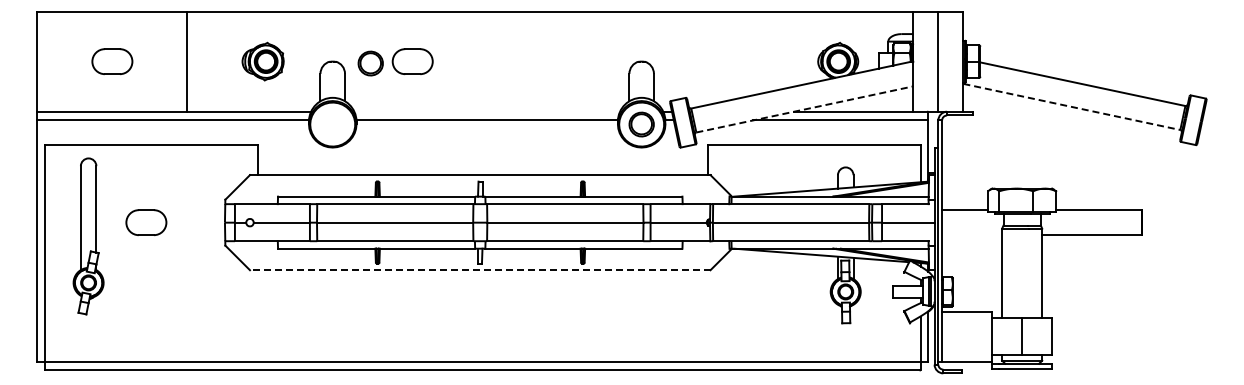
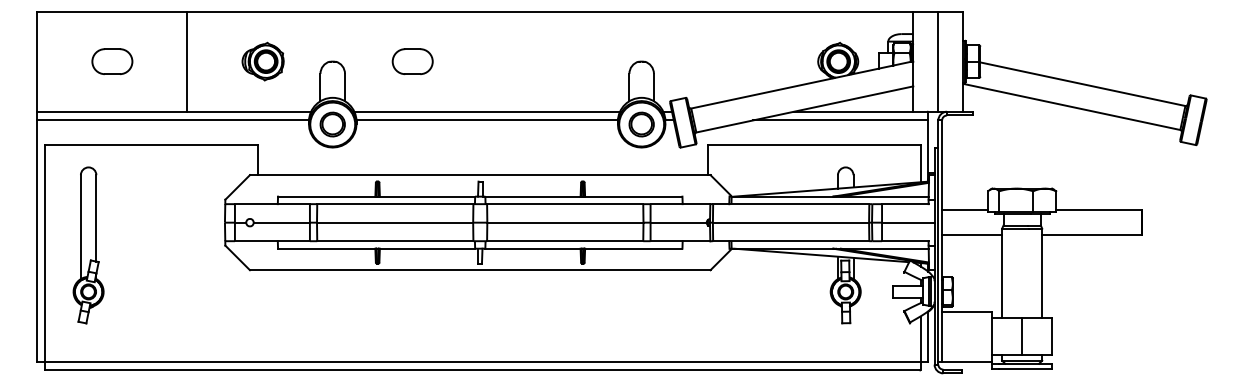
part at (370, 63) position: (370, 63) -> (332, 124)
line at (1071, 106): dashed -> solid
line at (804, 109): dashed -> solid
line at (486, 111): none -> present
part at (146, 222): present -> none
line at (972, 235): none -> present
part at (88, 236) position: (88, 236) -> (88, 245)
line at (479, 270): dashed -> solid
